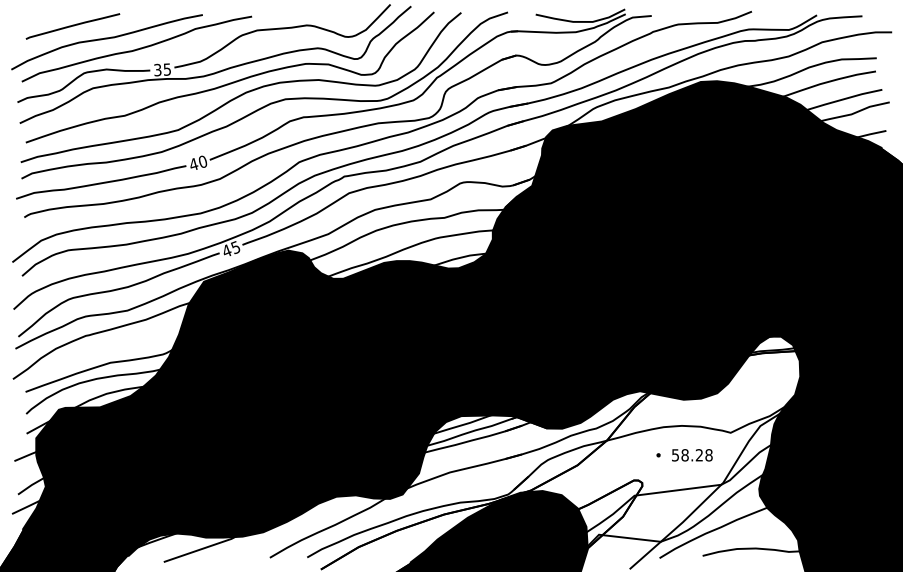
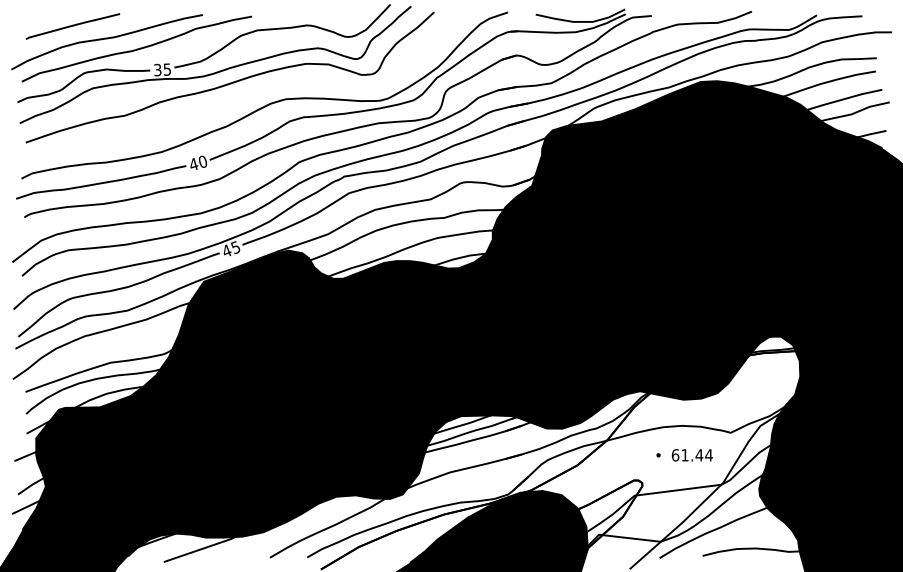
curve at (242, 93): present -> none
text at (691, 455): 58.28 -> 61.44
